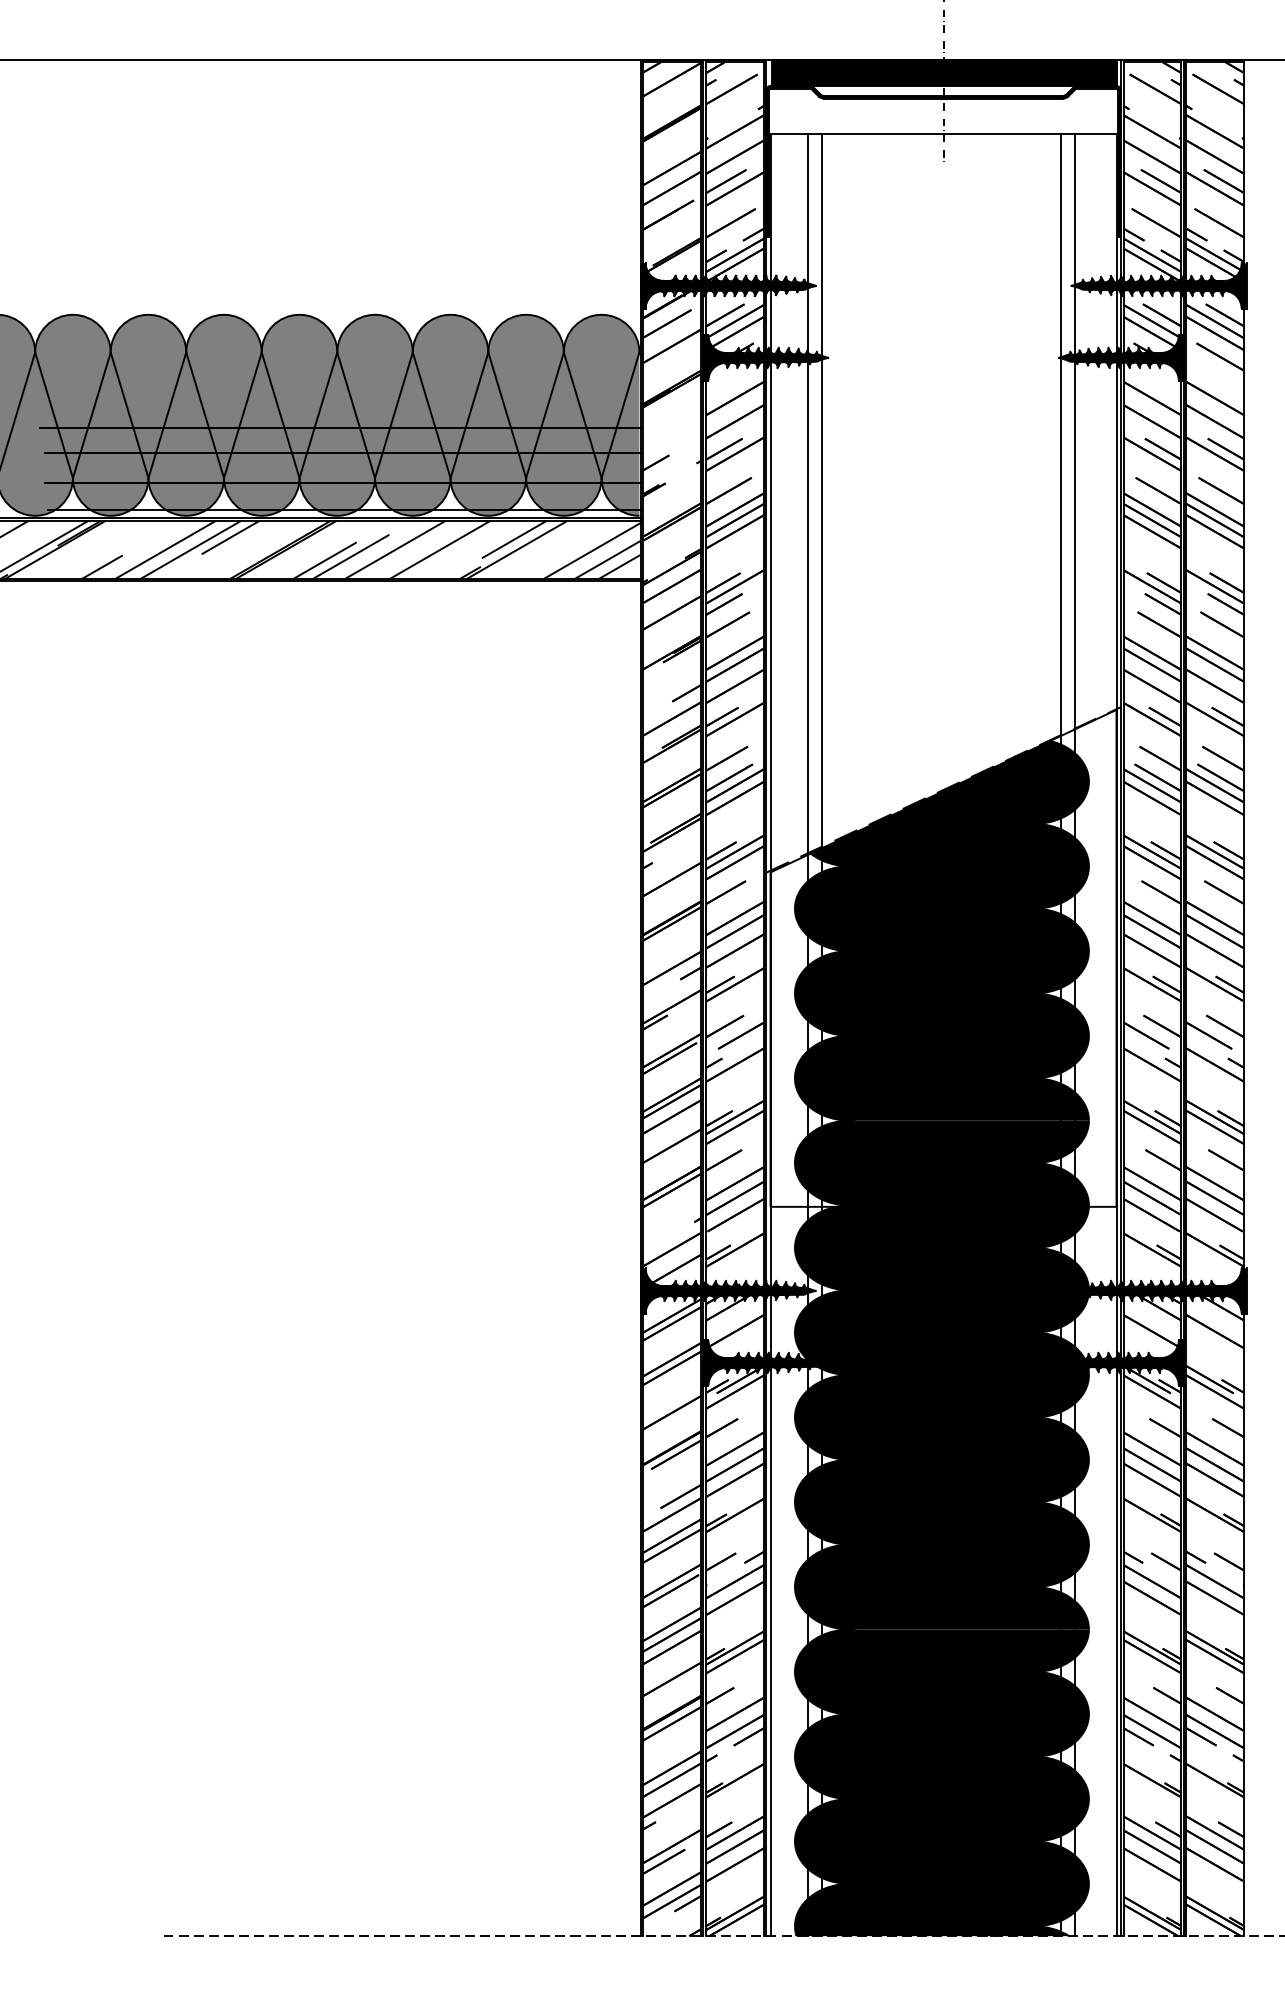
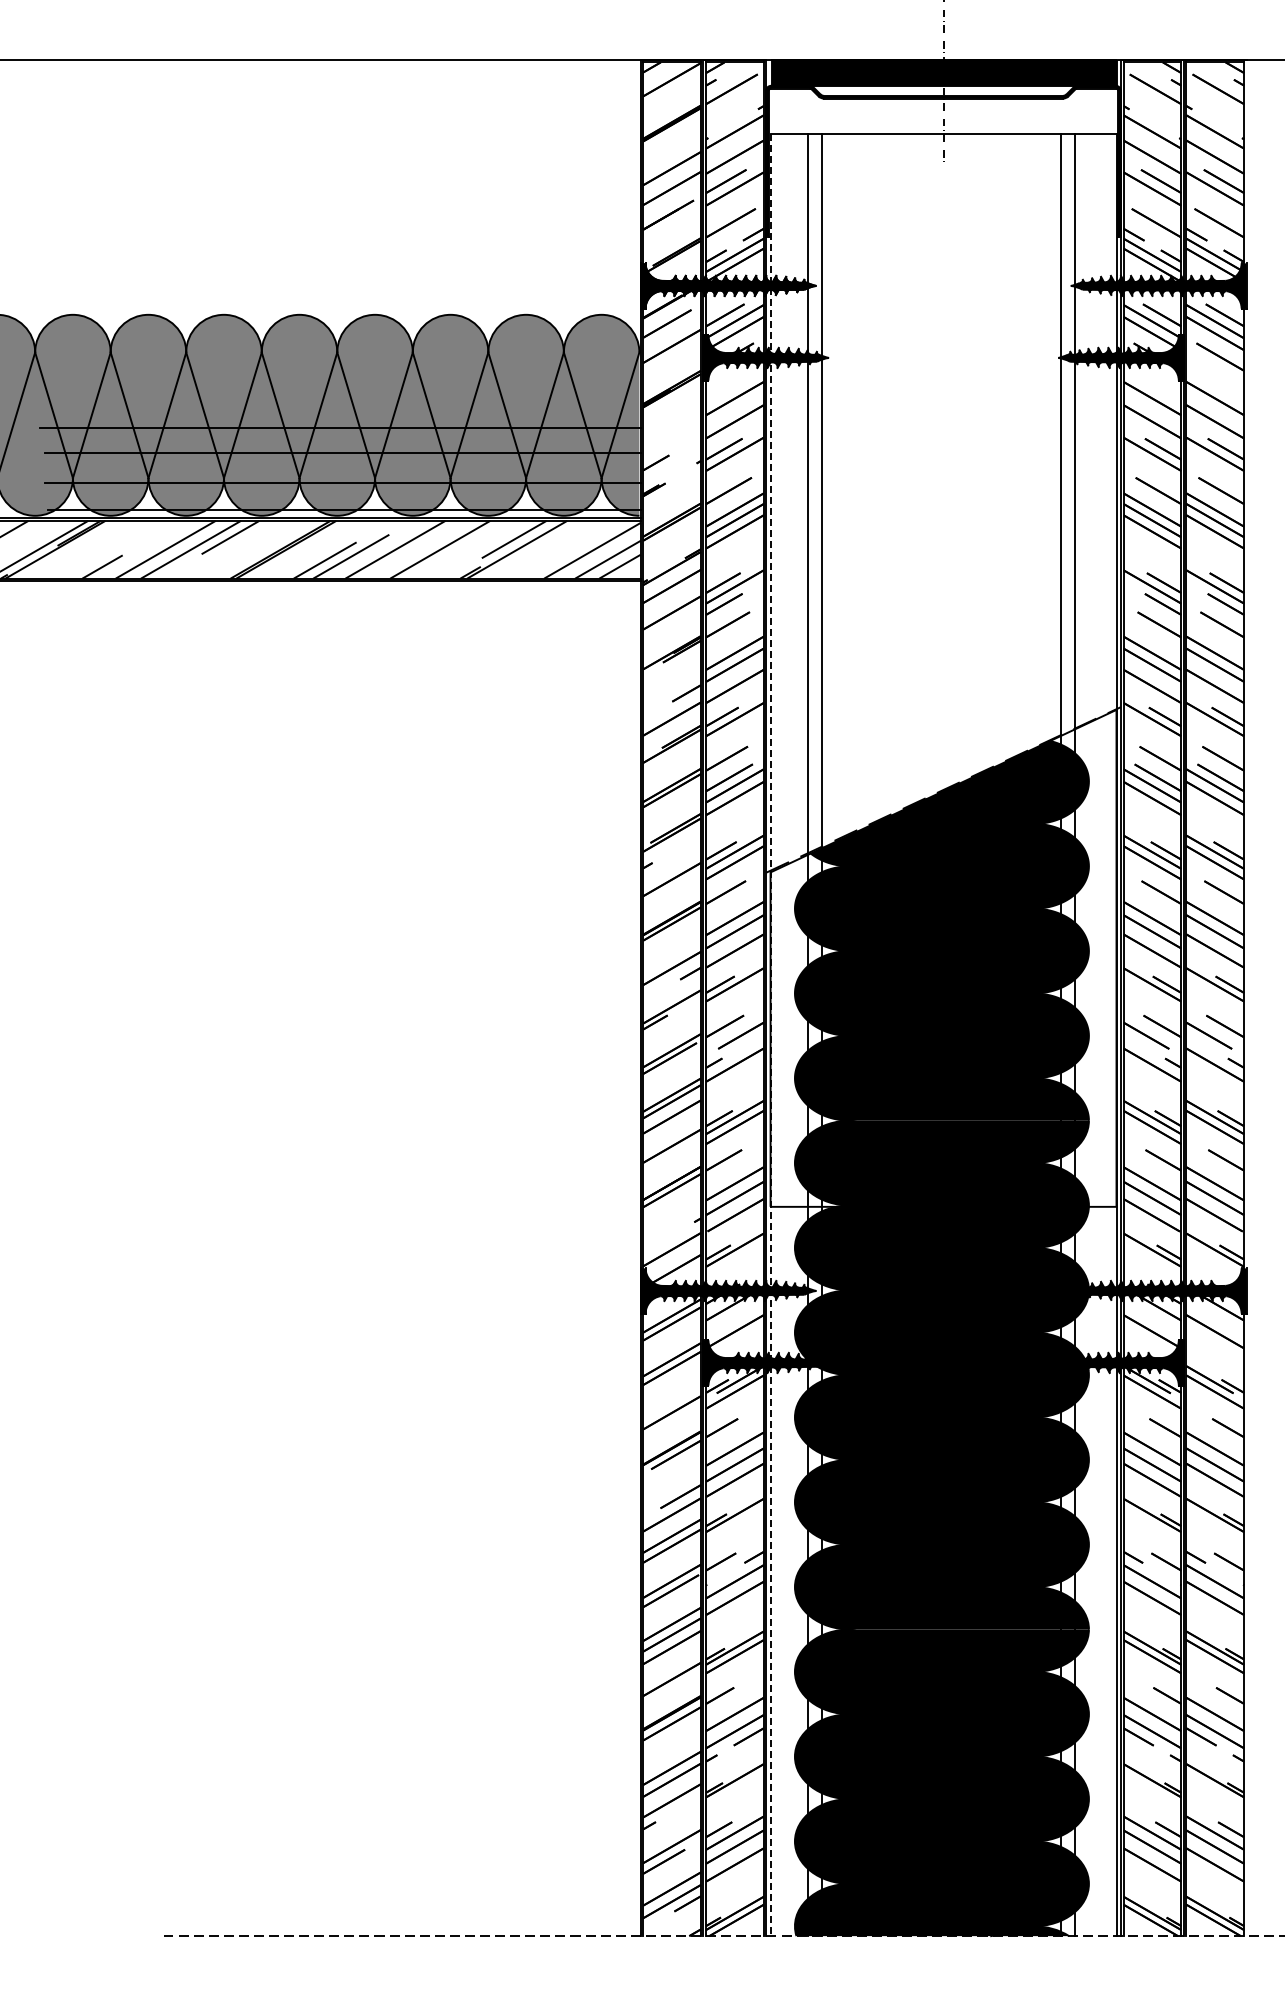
line at (770, 1035): solid -> dashed
